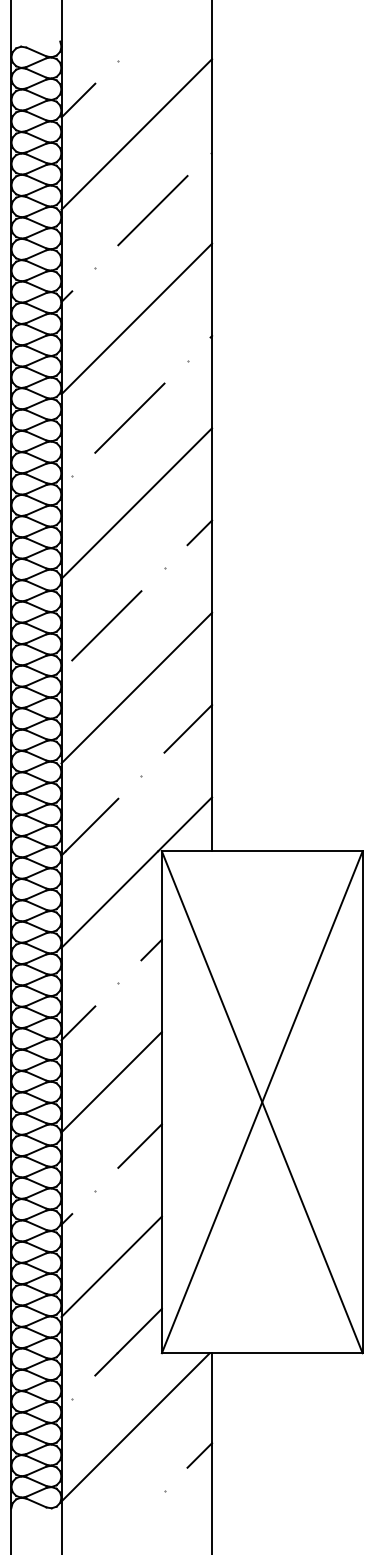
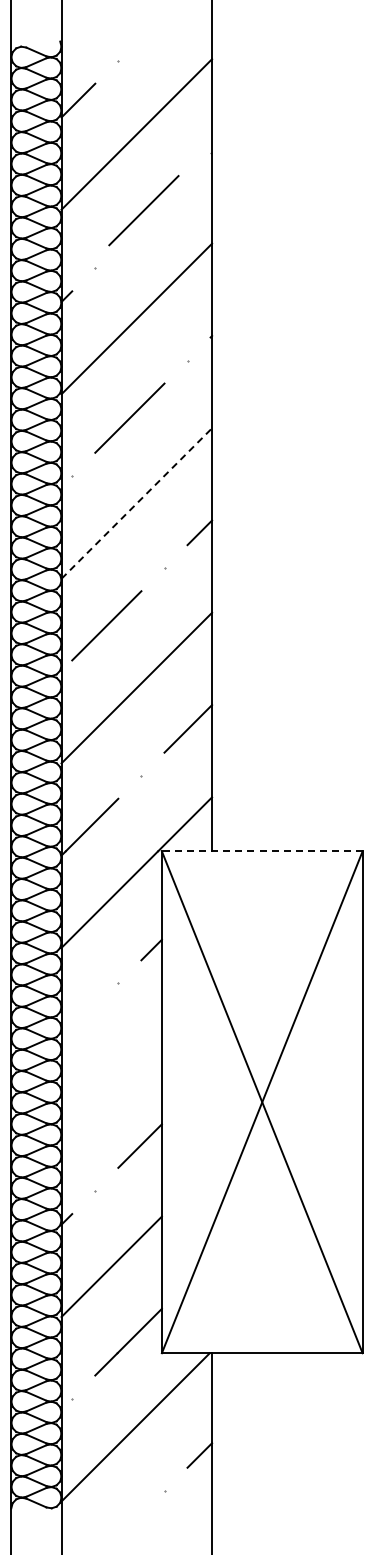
line at (152, 210) position: (152, 210) -> (143, 210)
line at (137, 503): solid -> dashed
line at (261, 851): solid -> dashed
line at (78, 1023): present -> none
line at (111, 1082): present -> none
